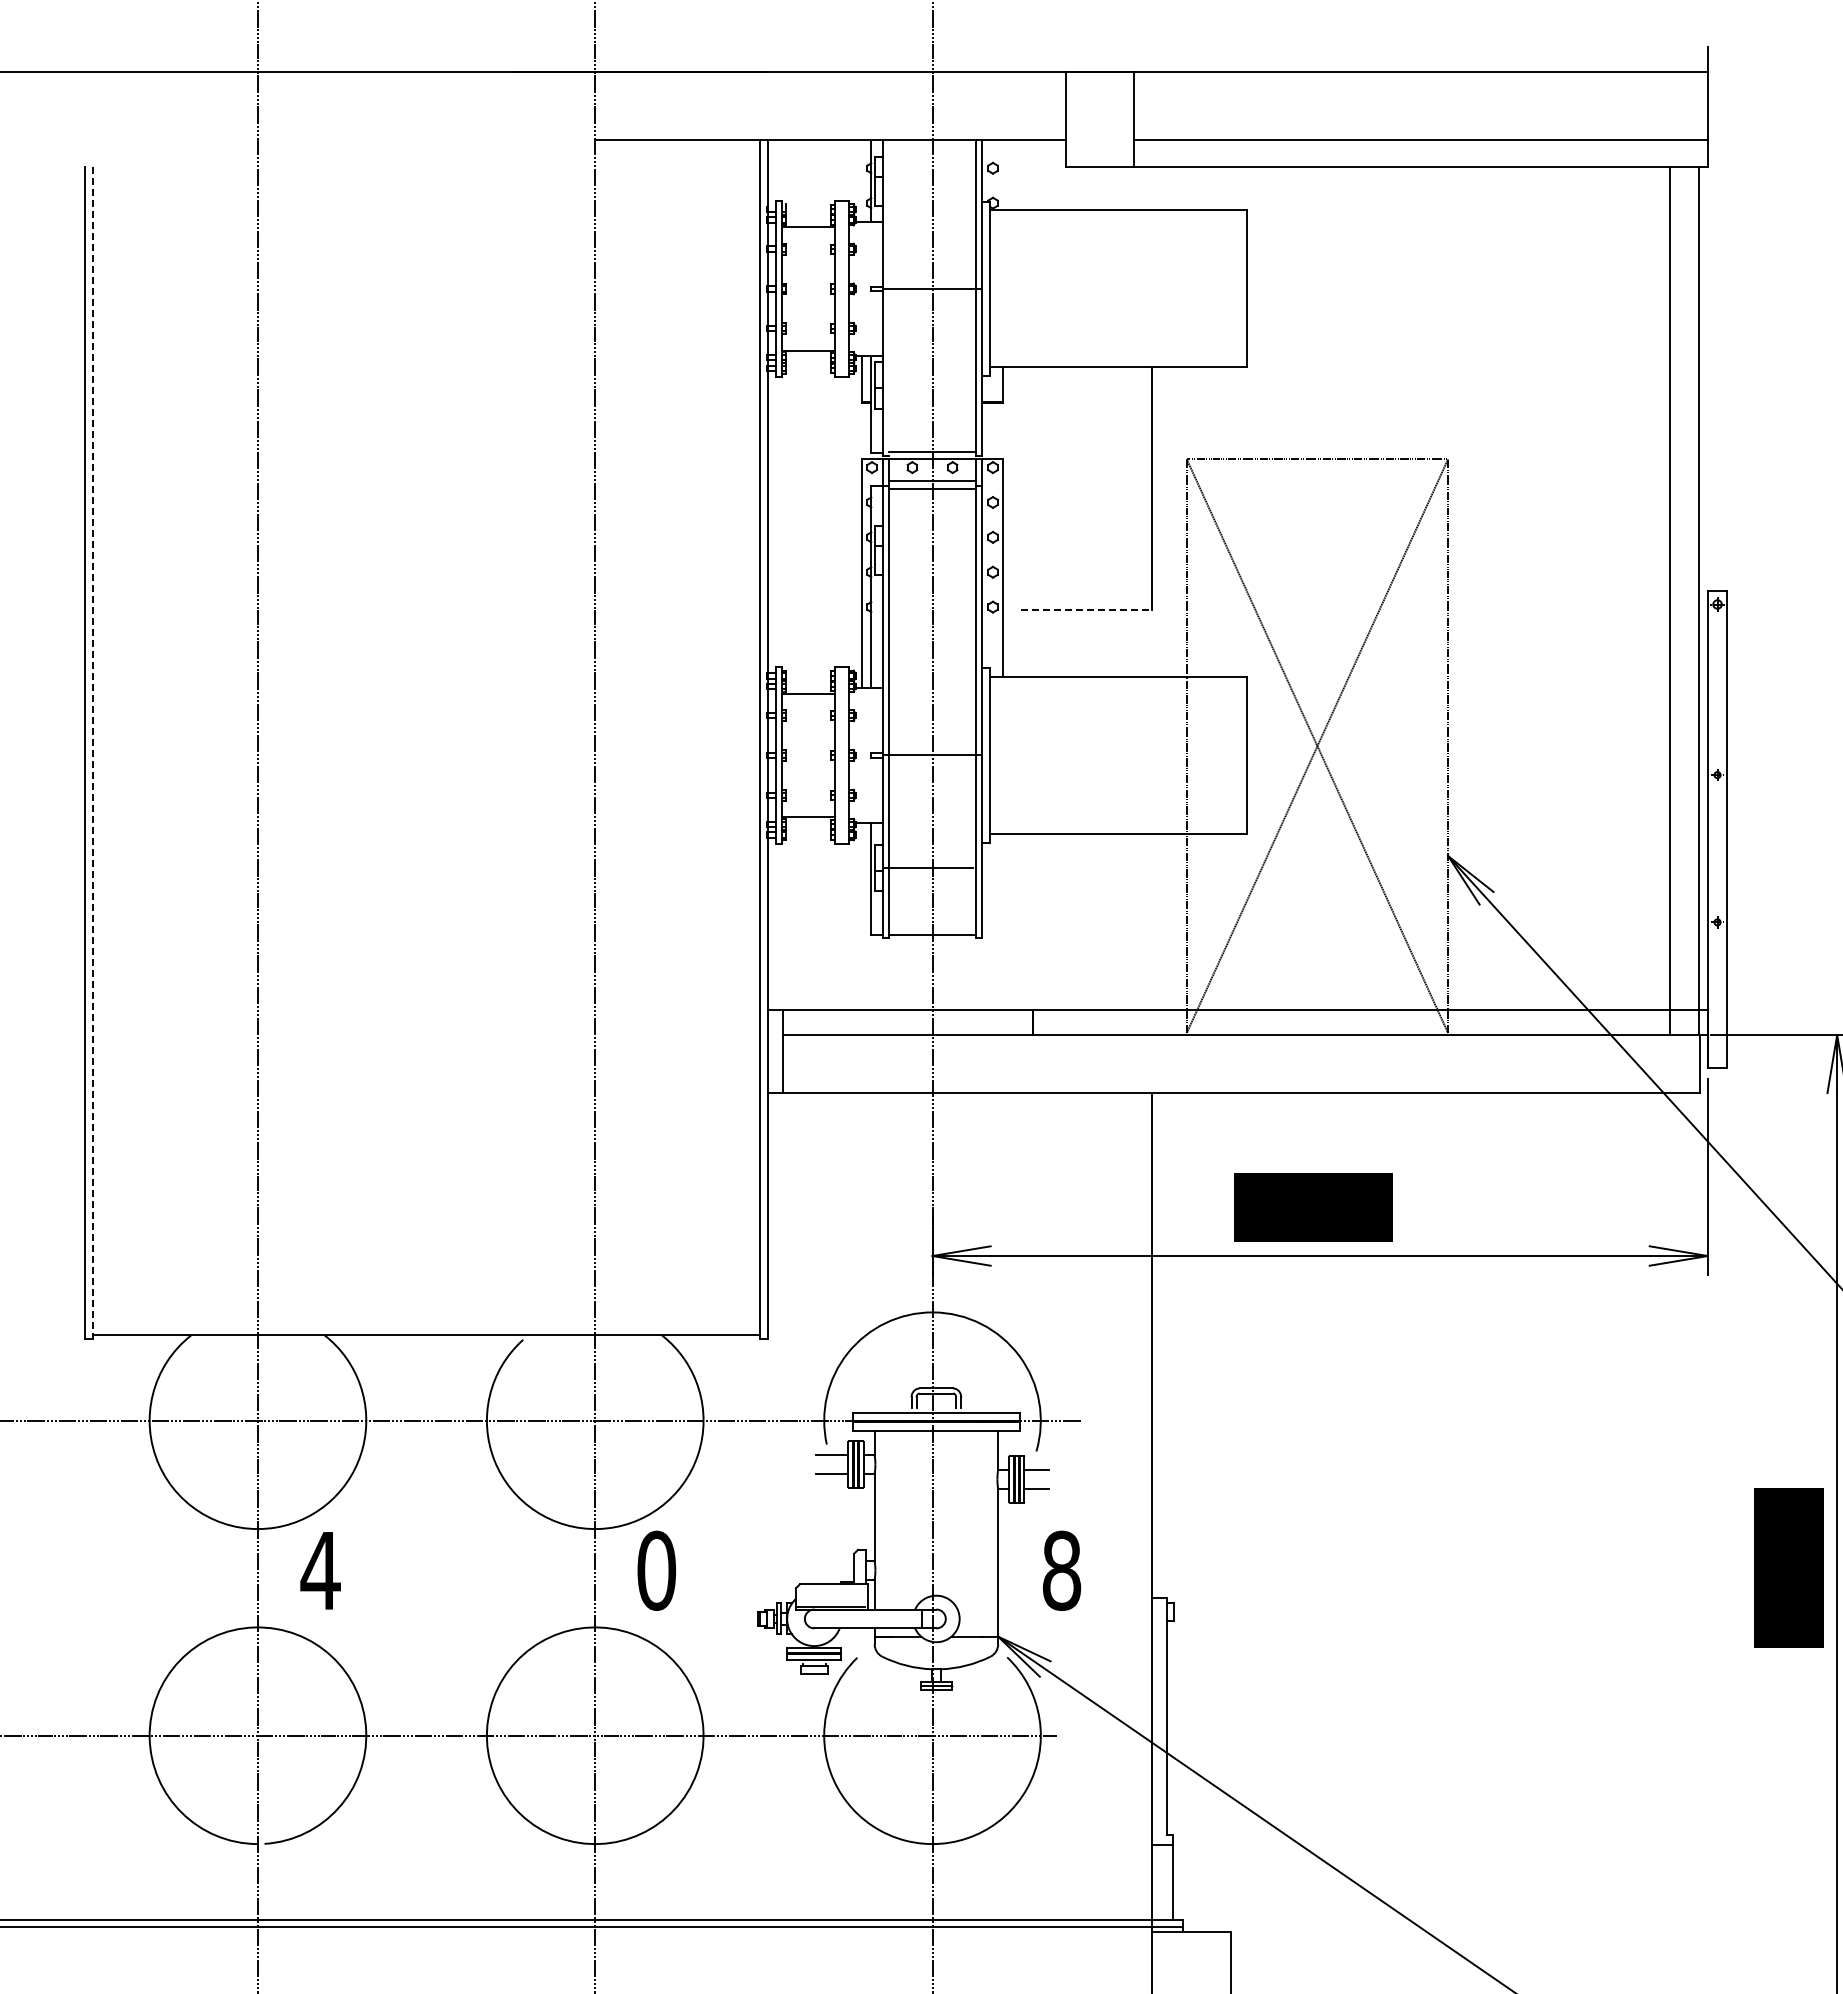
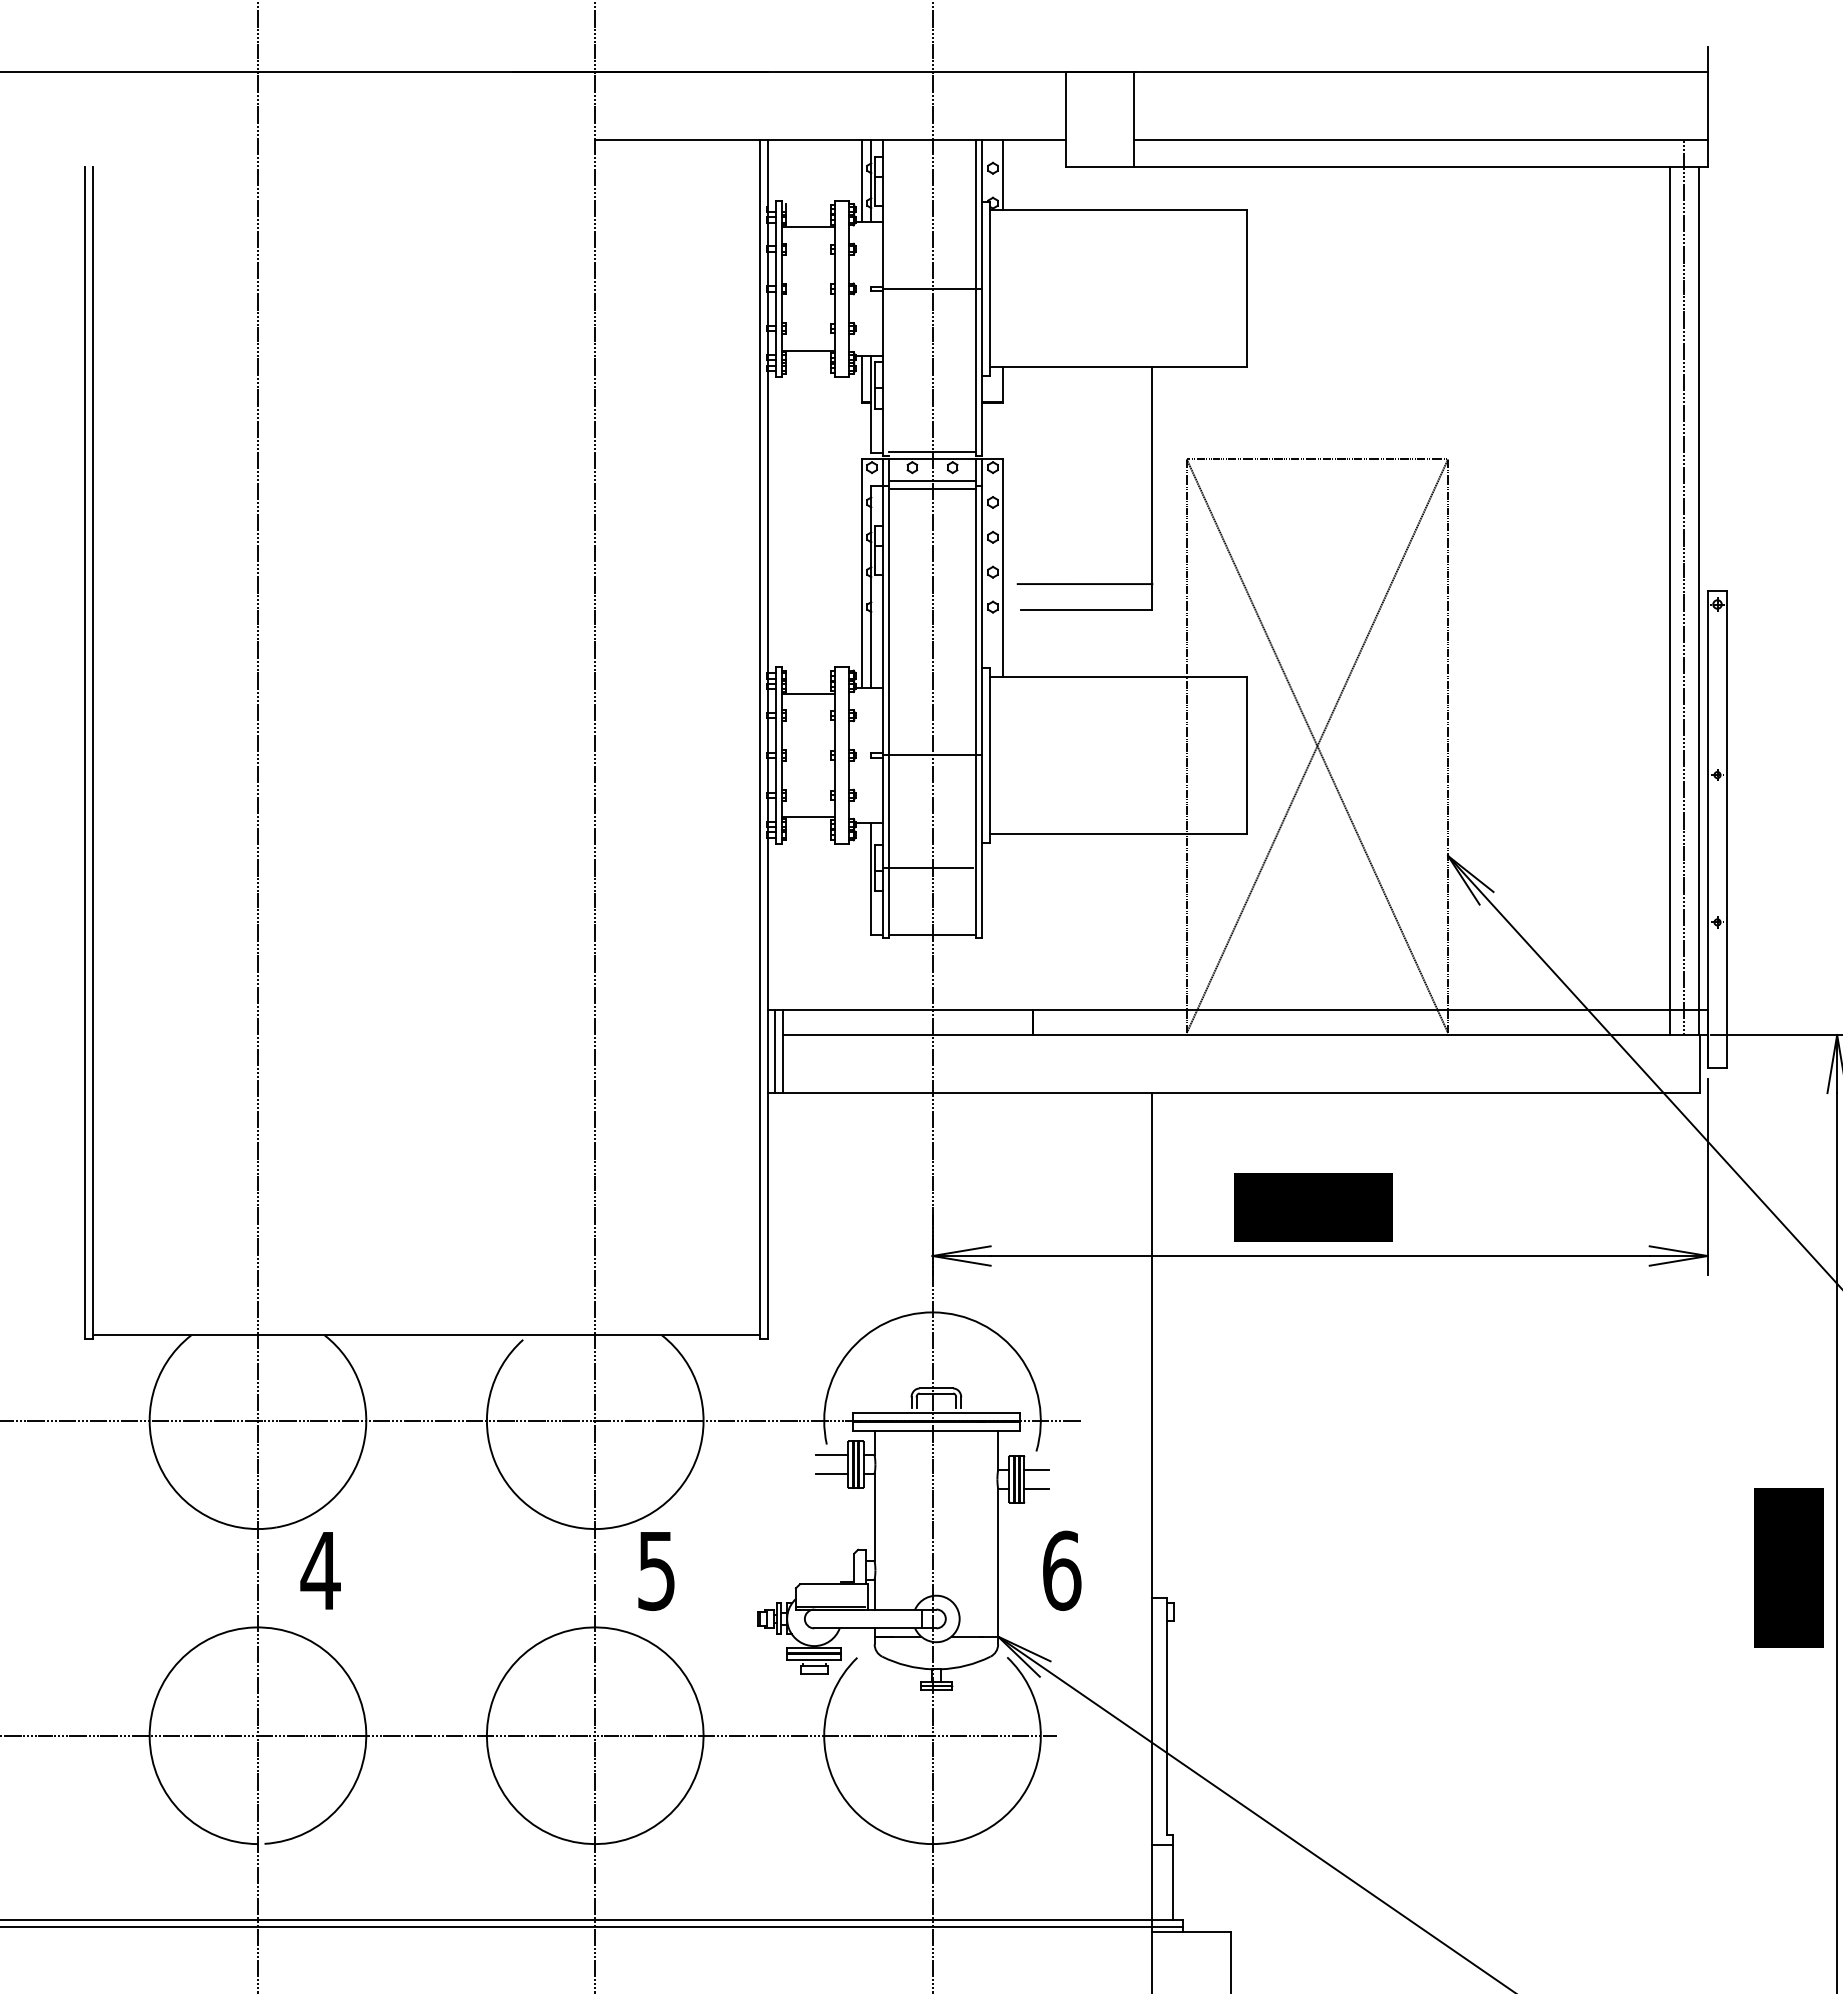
line at (1003, 175): none -> present
line at (861, 180): none -> present
line at (1084, 584): none -> present
line at (1684, 587): none -> present
line at (1086, 609): dashed -> solid
line at (93, 753): dashed -> solid
line at (775, 1051): none -> present
text at (656, 1570): 0 -> 5
text at (1062, 1570): 8 -> 6
